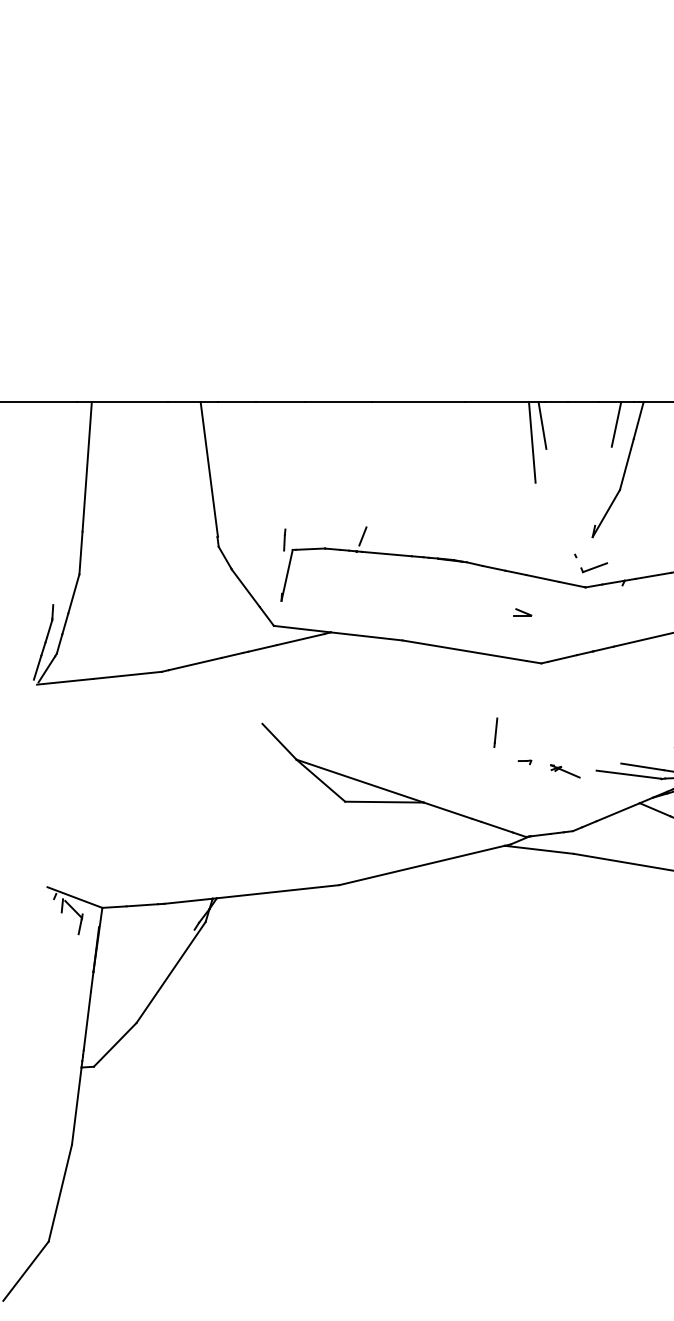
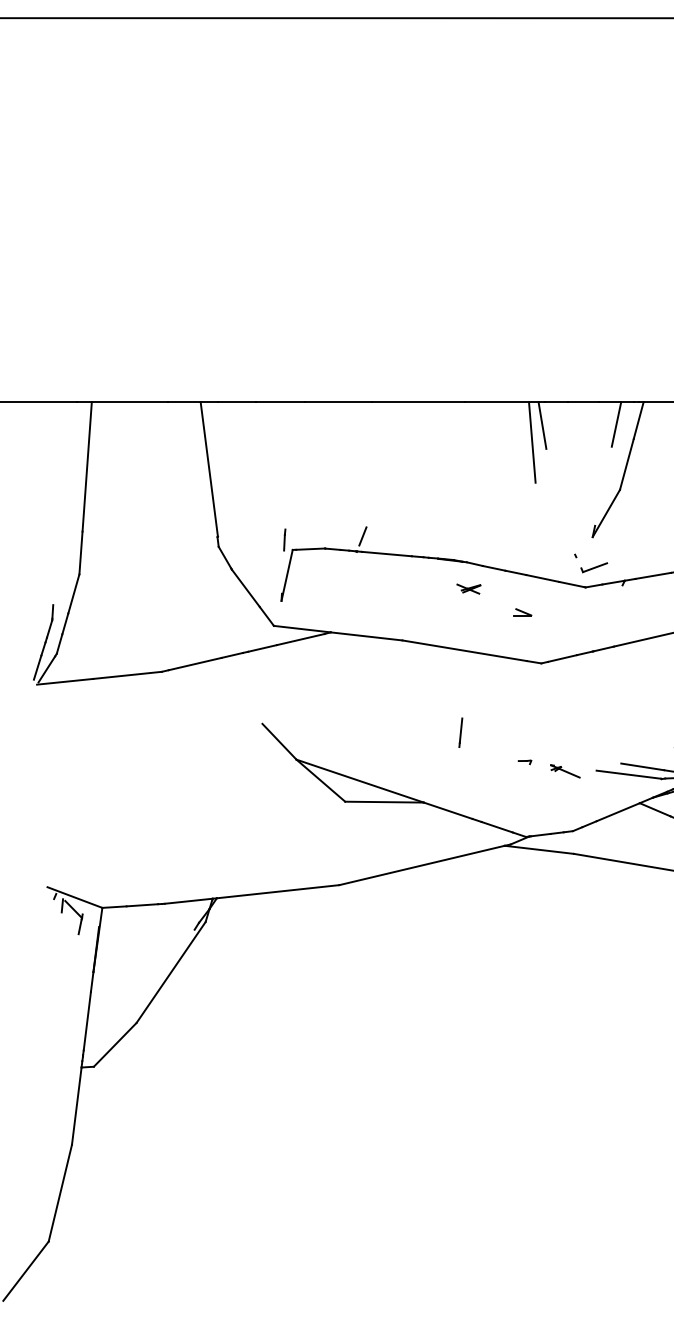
line at (336, 18): none -> present
part at (468, 588): none -> present
line at (495, 732) position: (495, 732) -> (460, 732)
